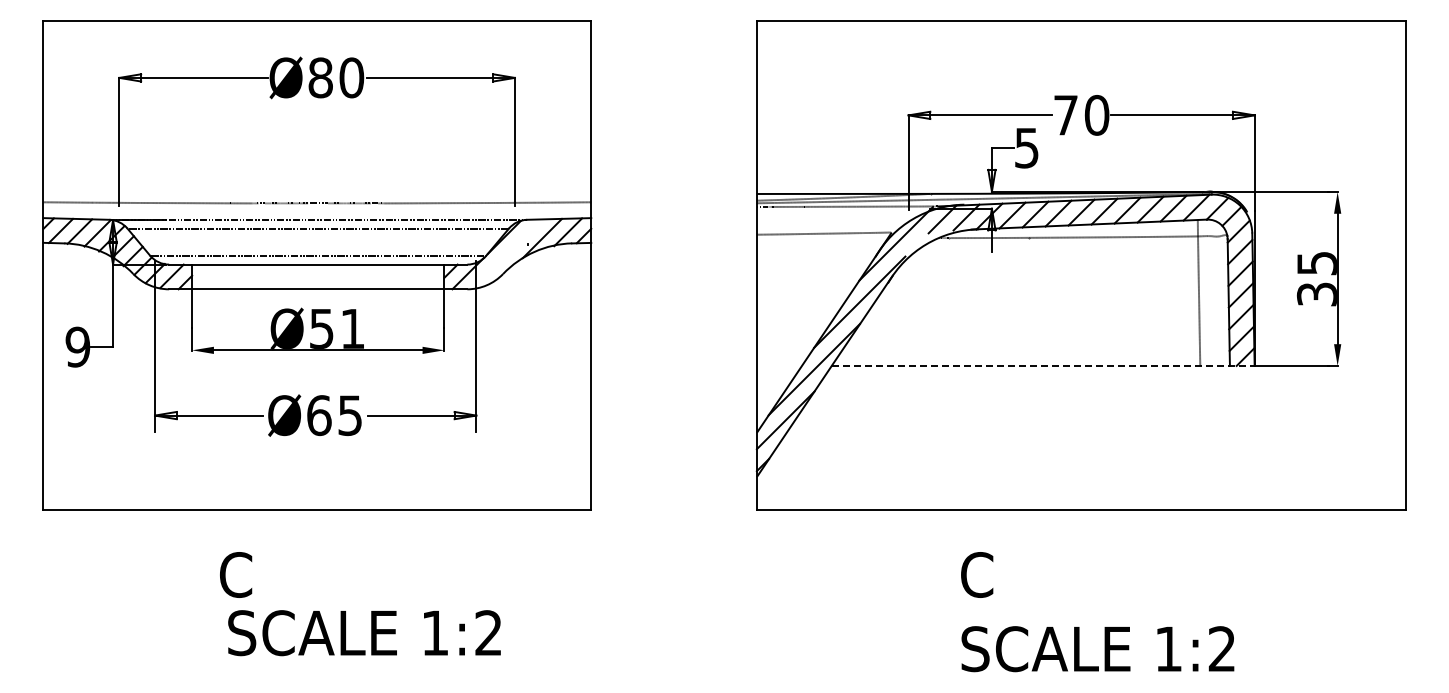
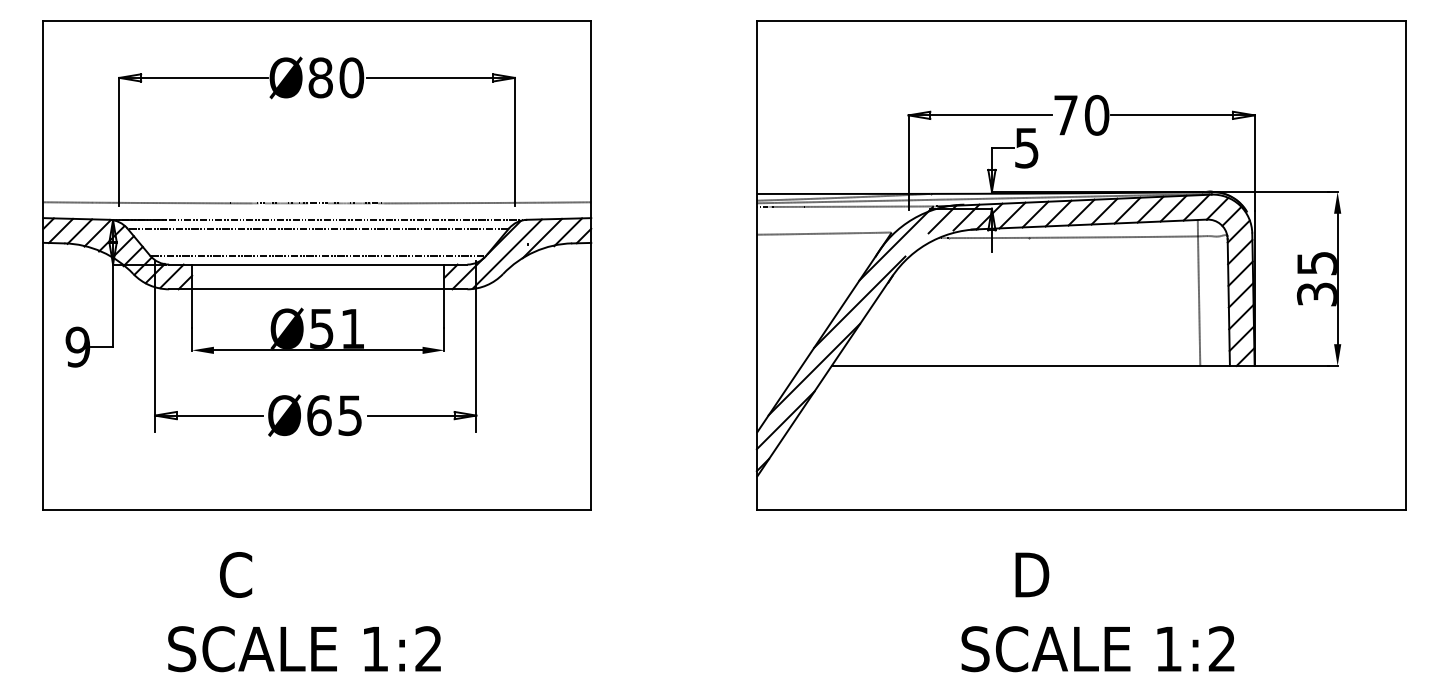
line at (506, 253): none -> present
line at (1043, 365): dashed -> solid
text at (1005, 574): C -> D
text at (364, 633) position: (364, 633) -> (304, 649)
